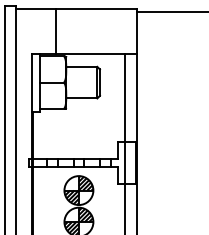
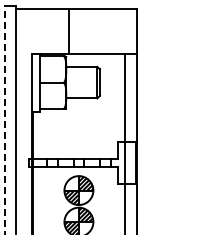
line at (170, 11): present -> none
line at (56, 30) position: (56, 30) -> (69, 30)
line at (5, 120): solid -> dashed
